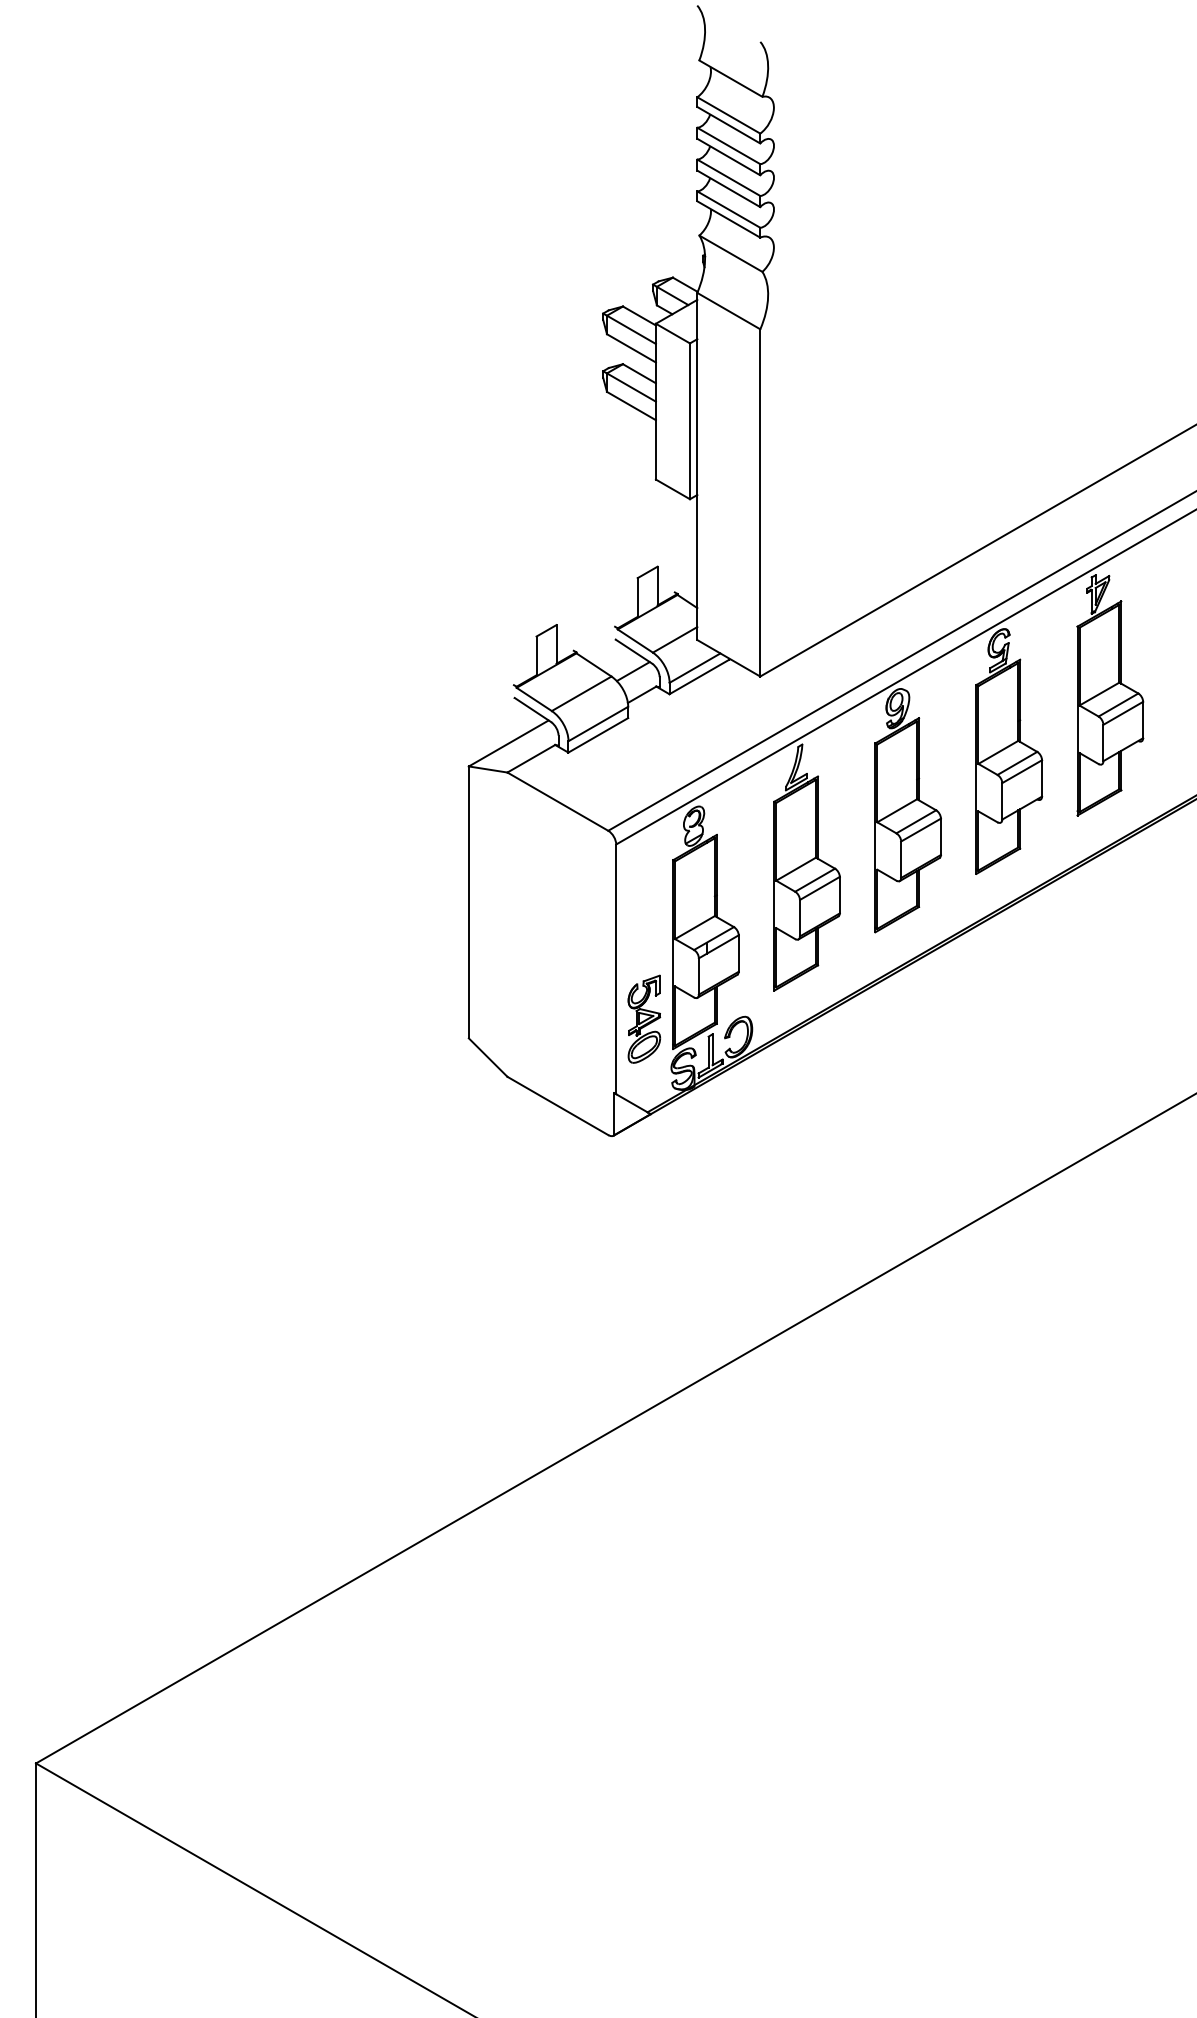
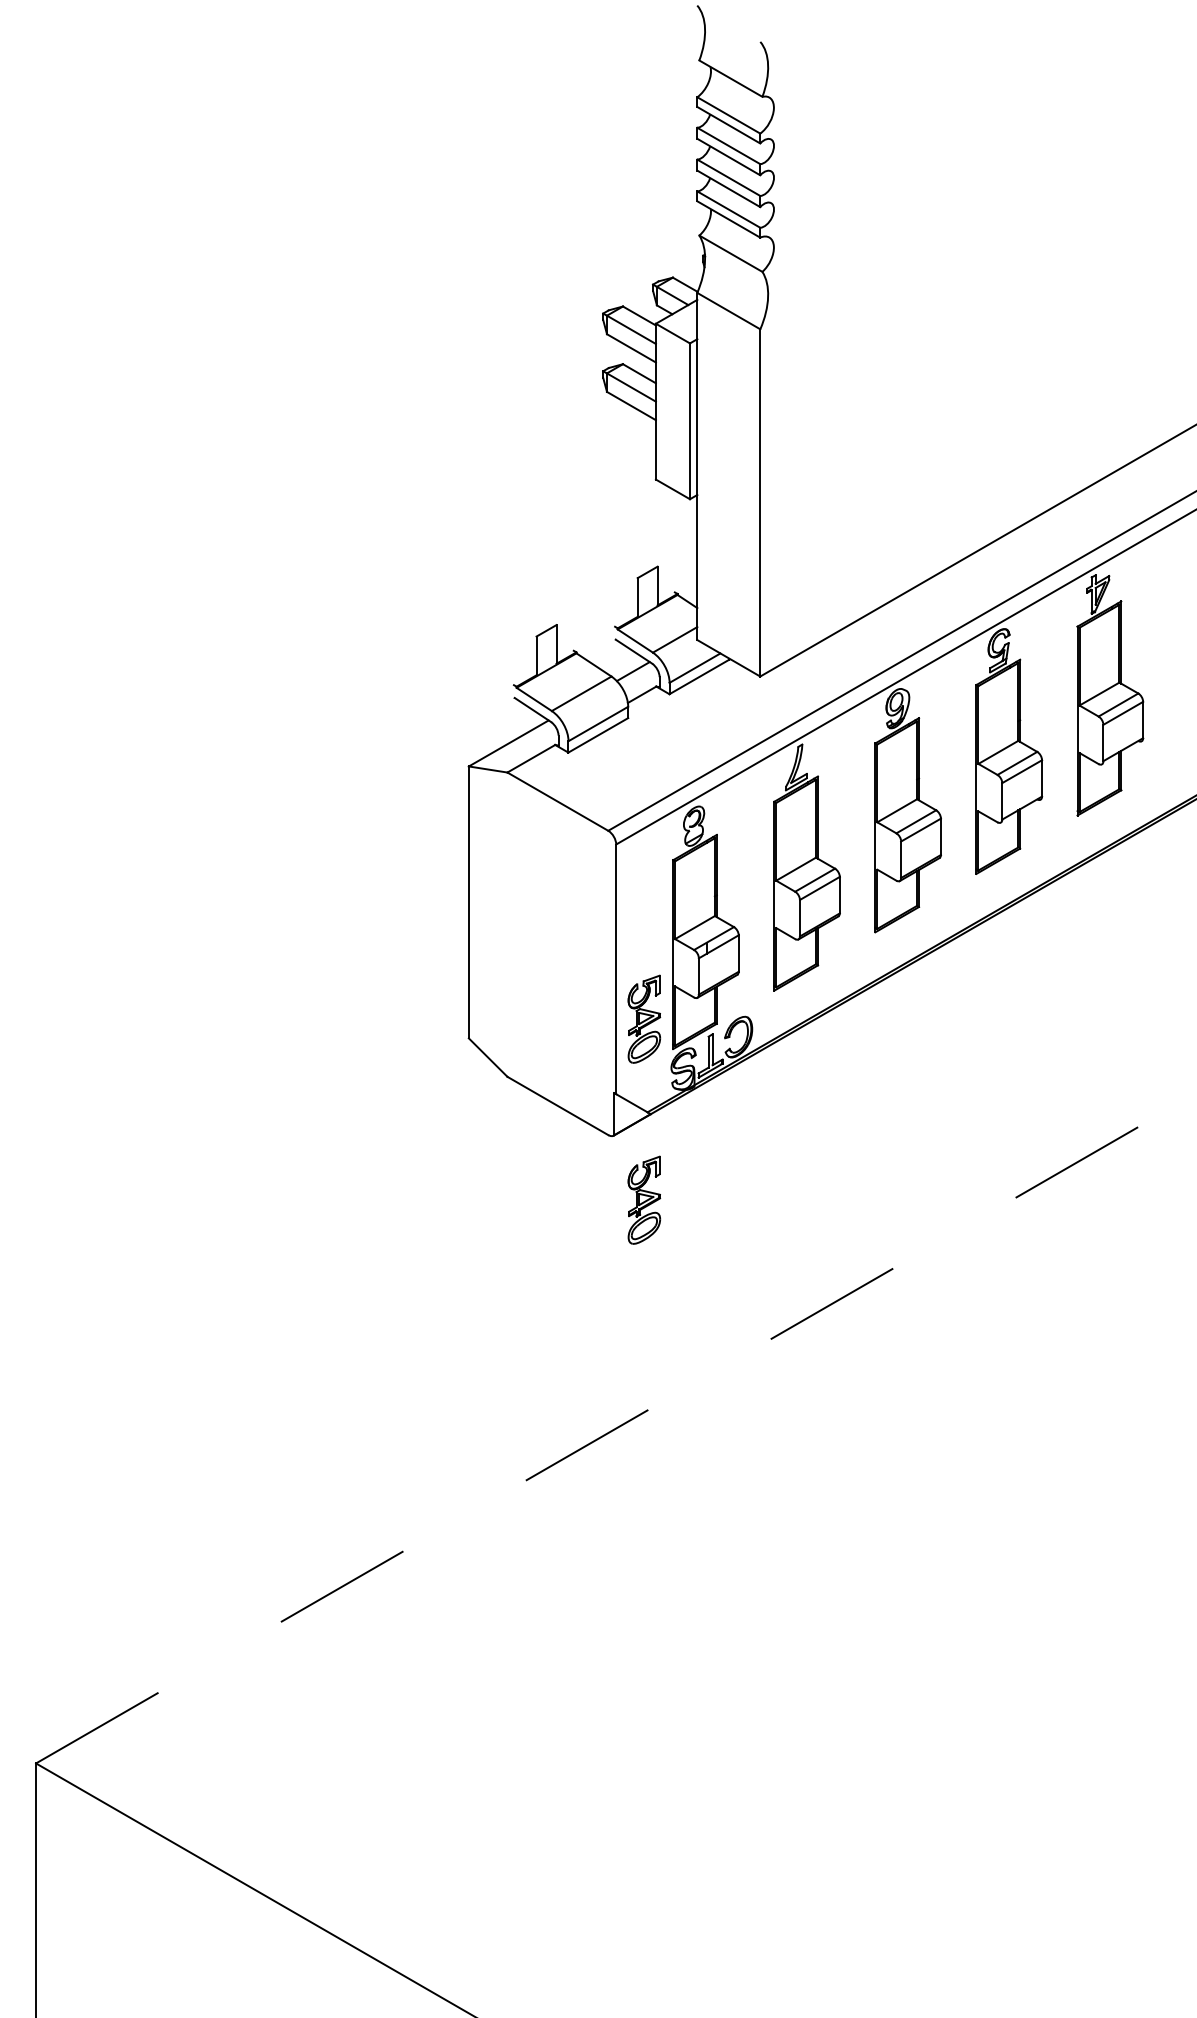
part at (644, 1199): none -> present
line at (616, 1428): solid -> dashed
